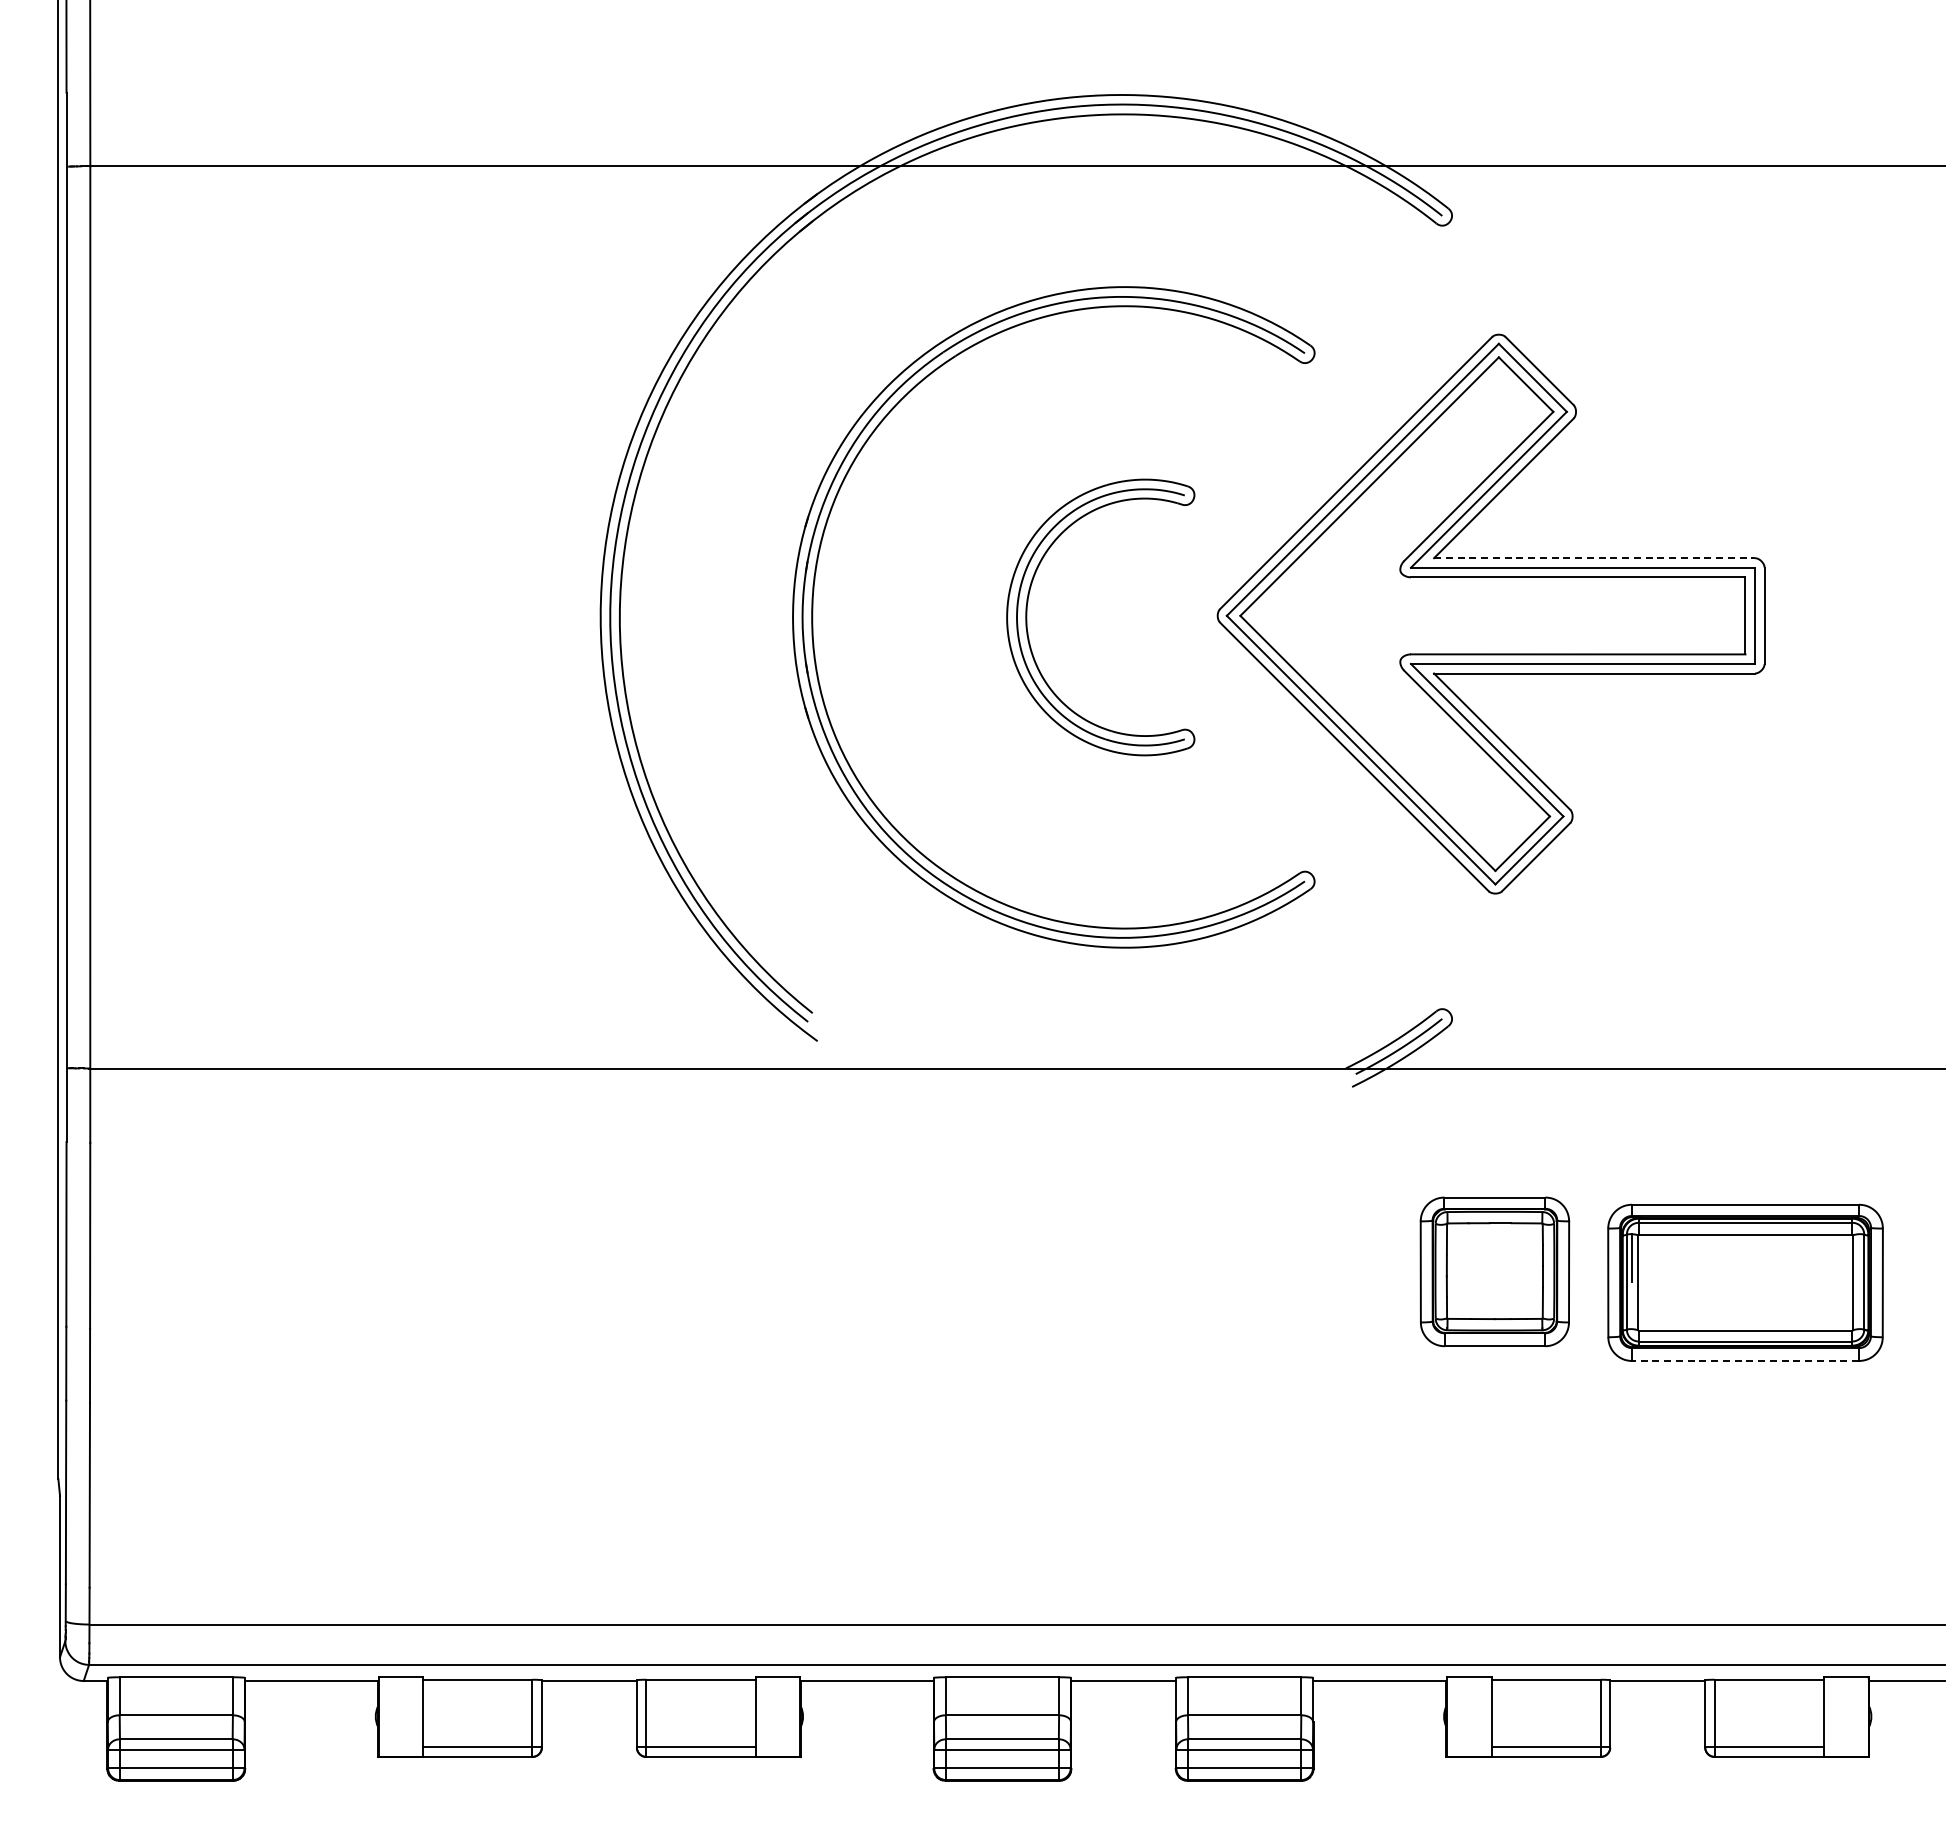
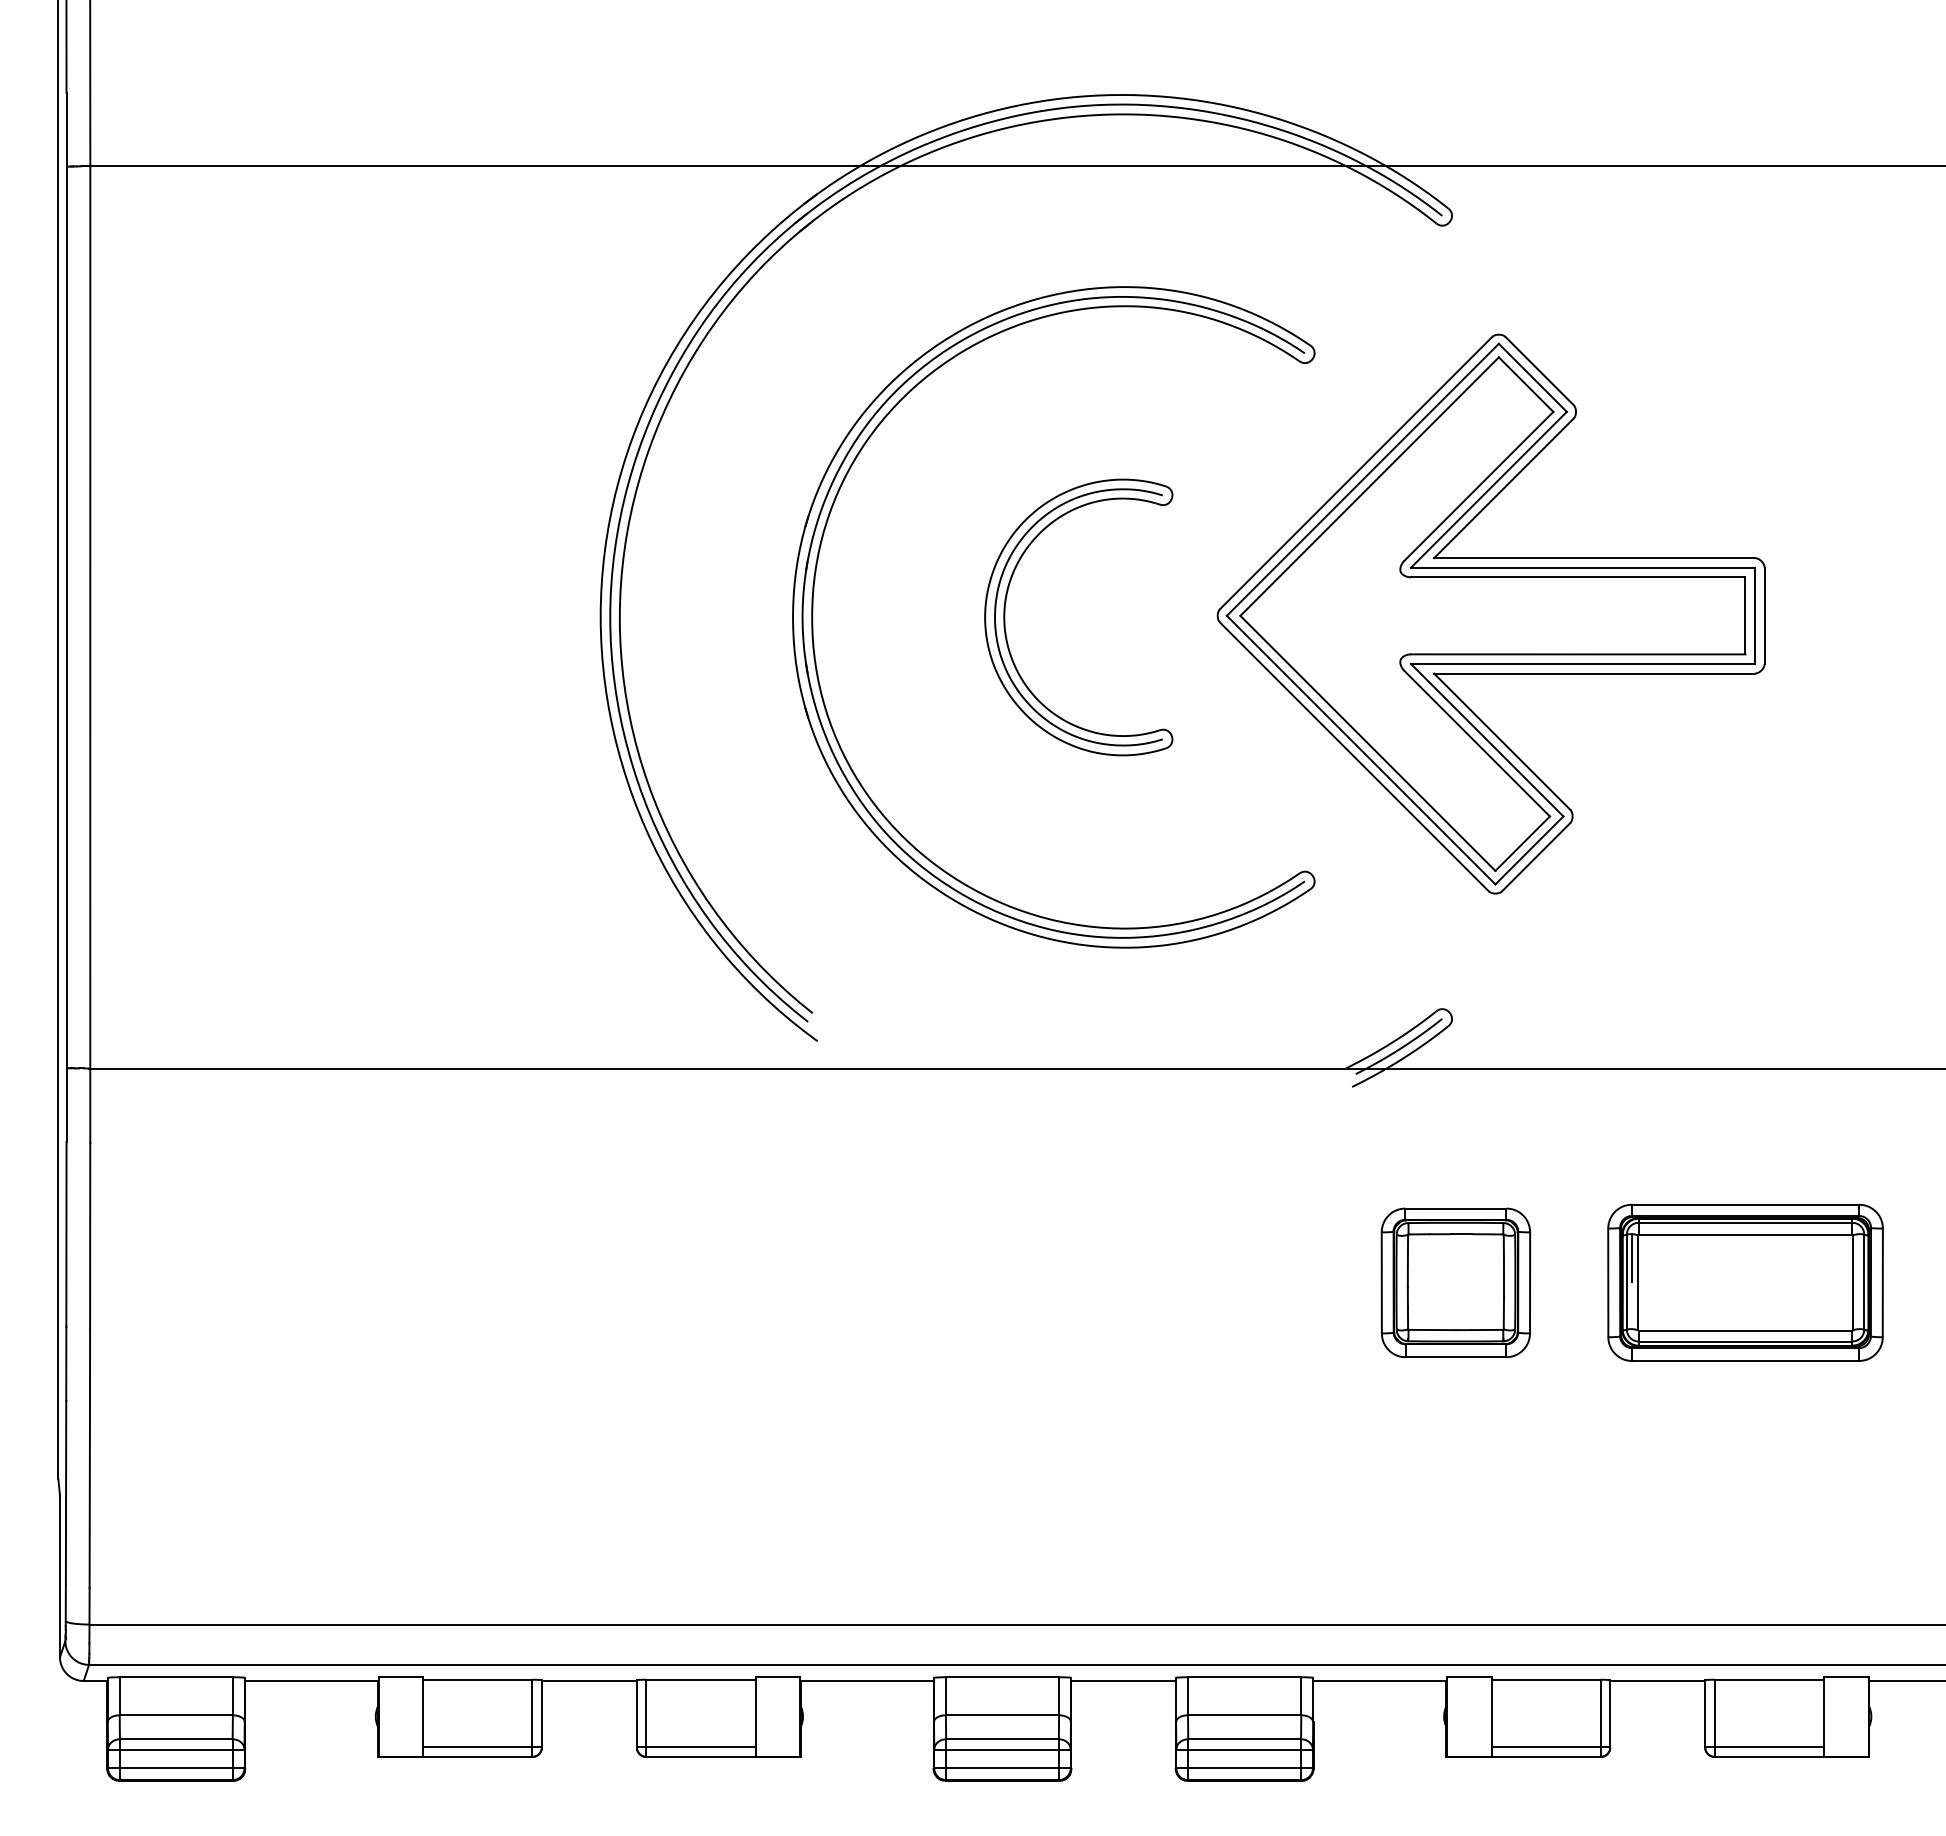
line at (1595, 558): dashed -> solid
part at (1027, 617) position: (1027, 617) -> (1005, 617)
part at (1494, 1271) position: (1494, 1271) -> (1455, 1282)
line at (1745, 1361): dashed -> solid
